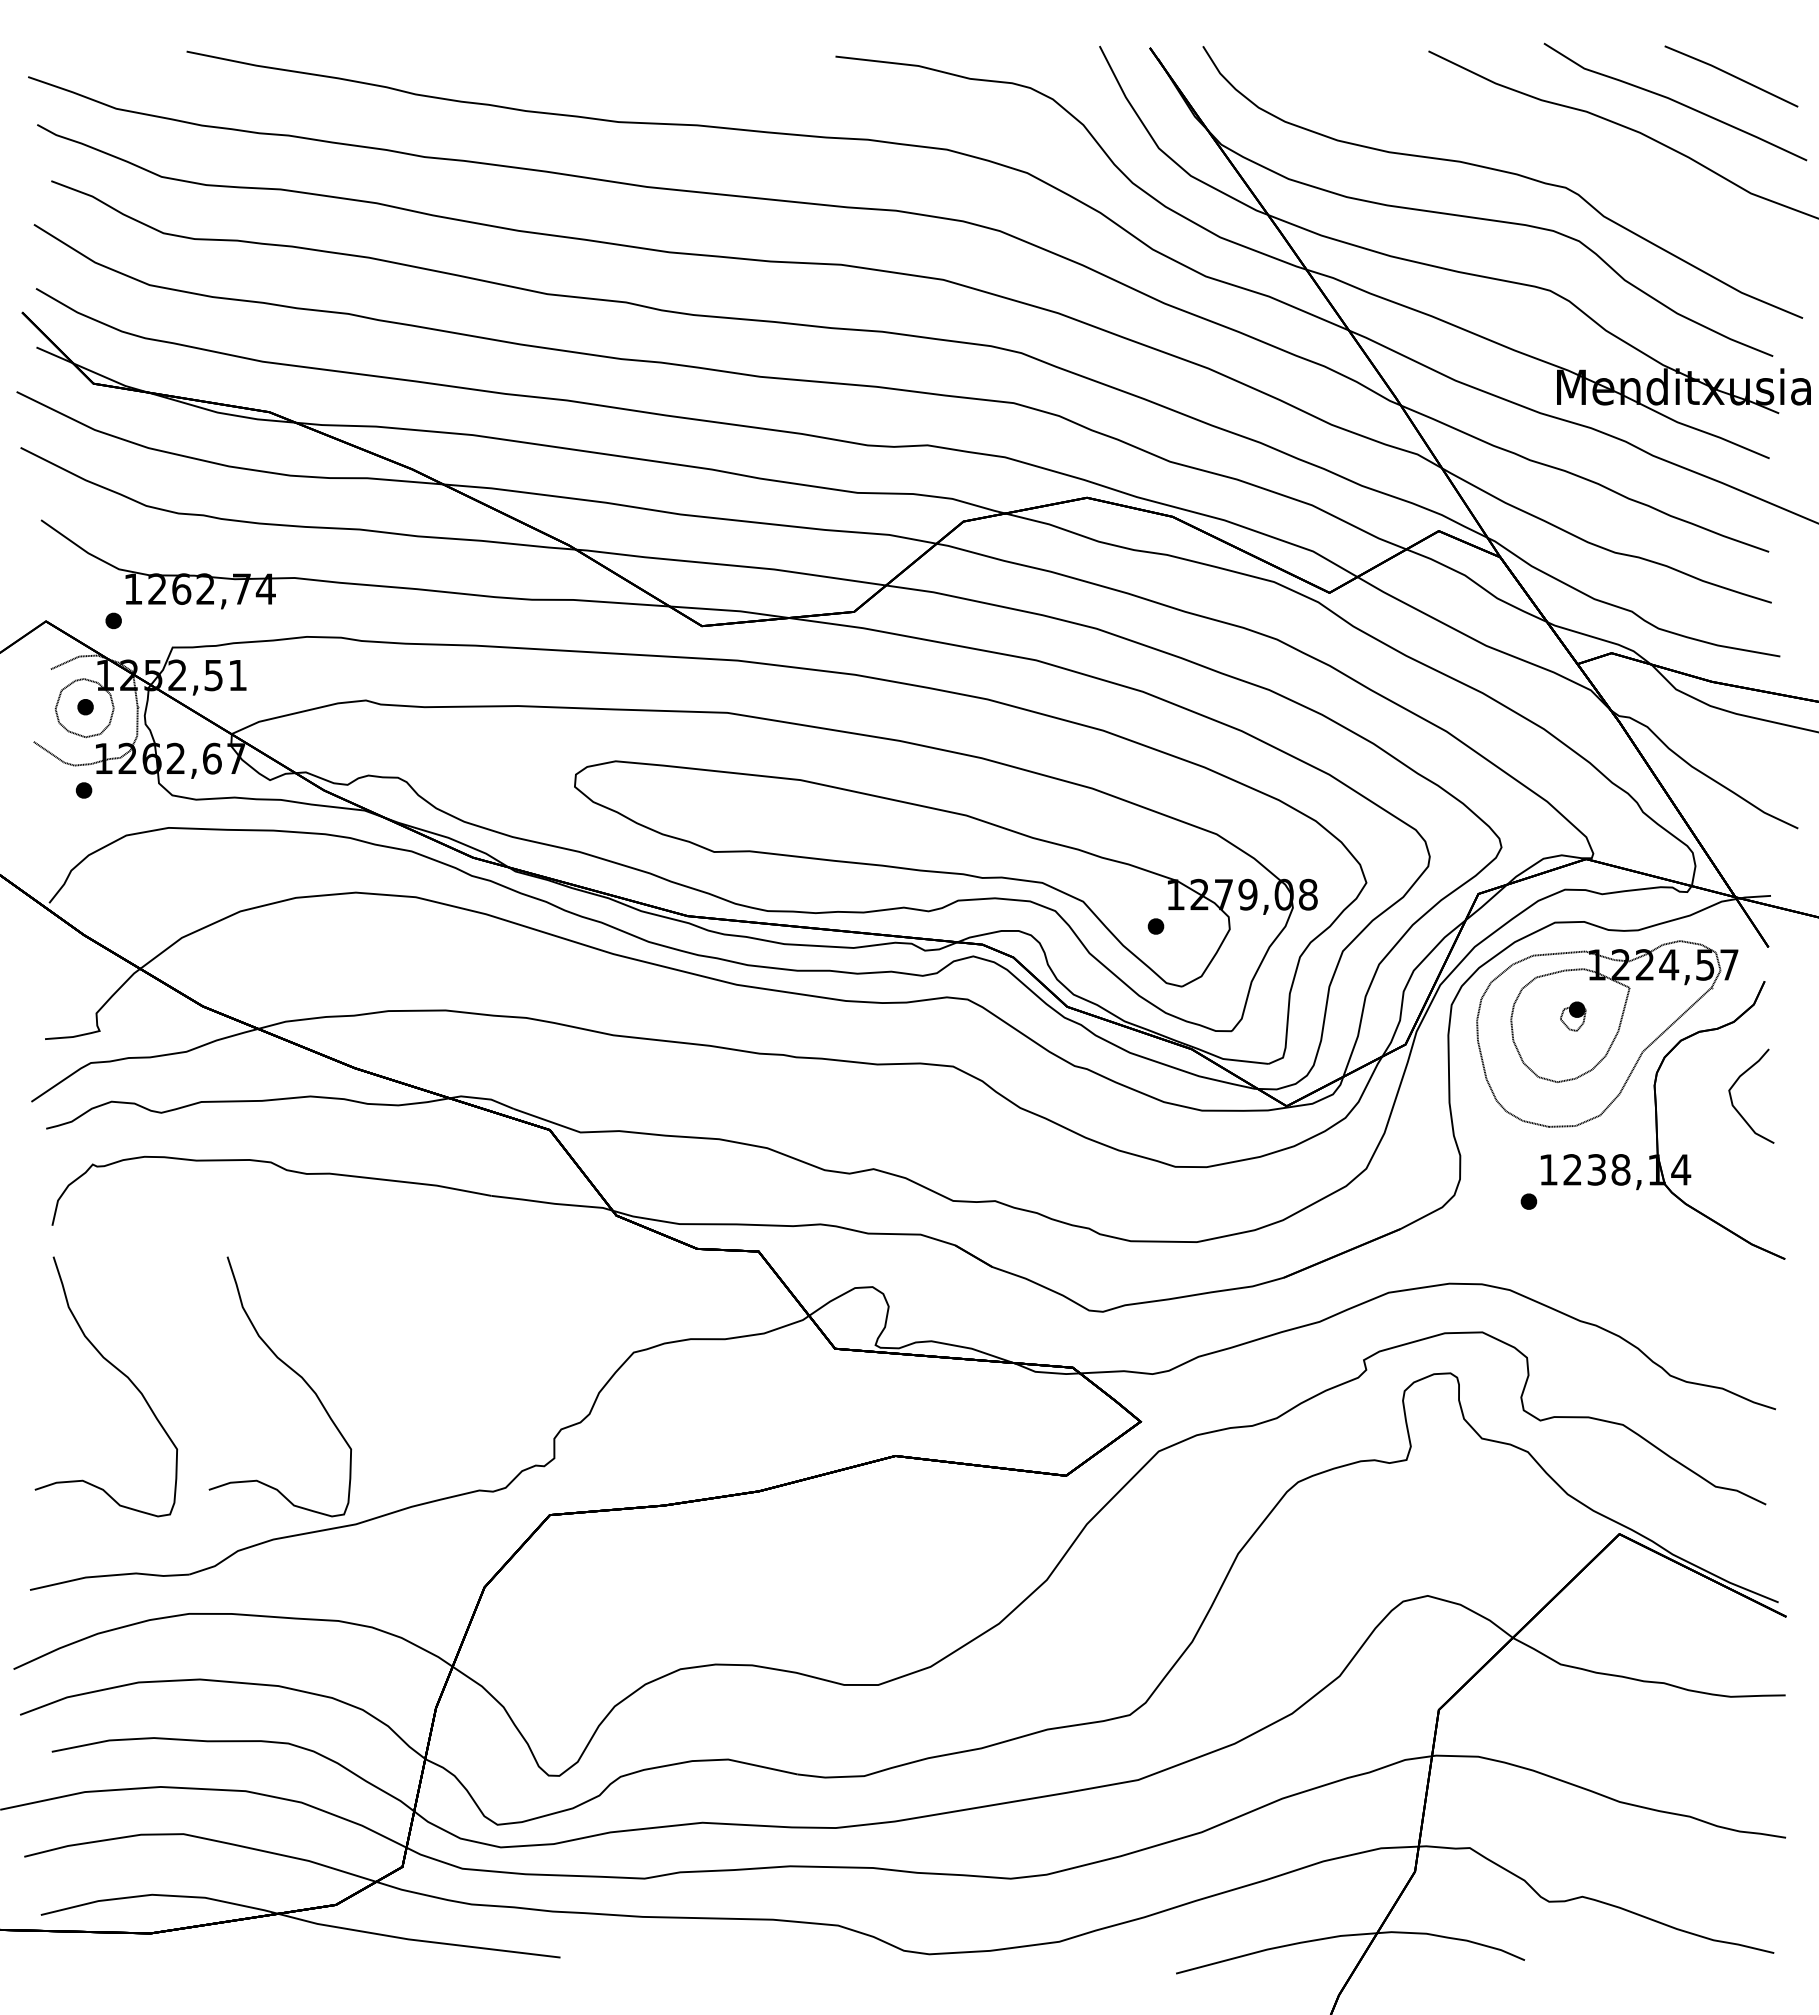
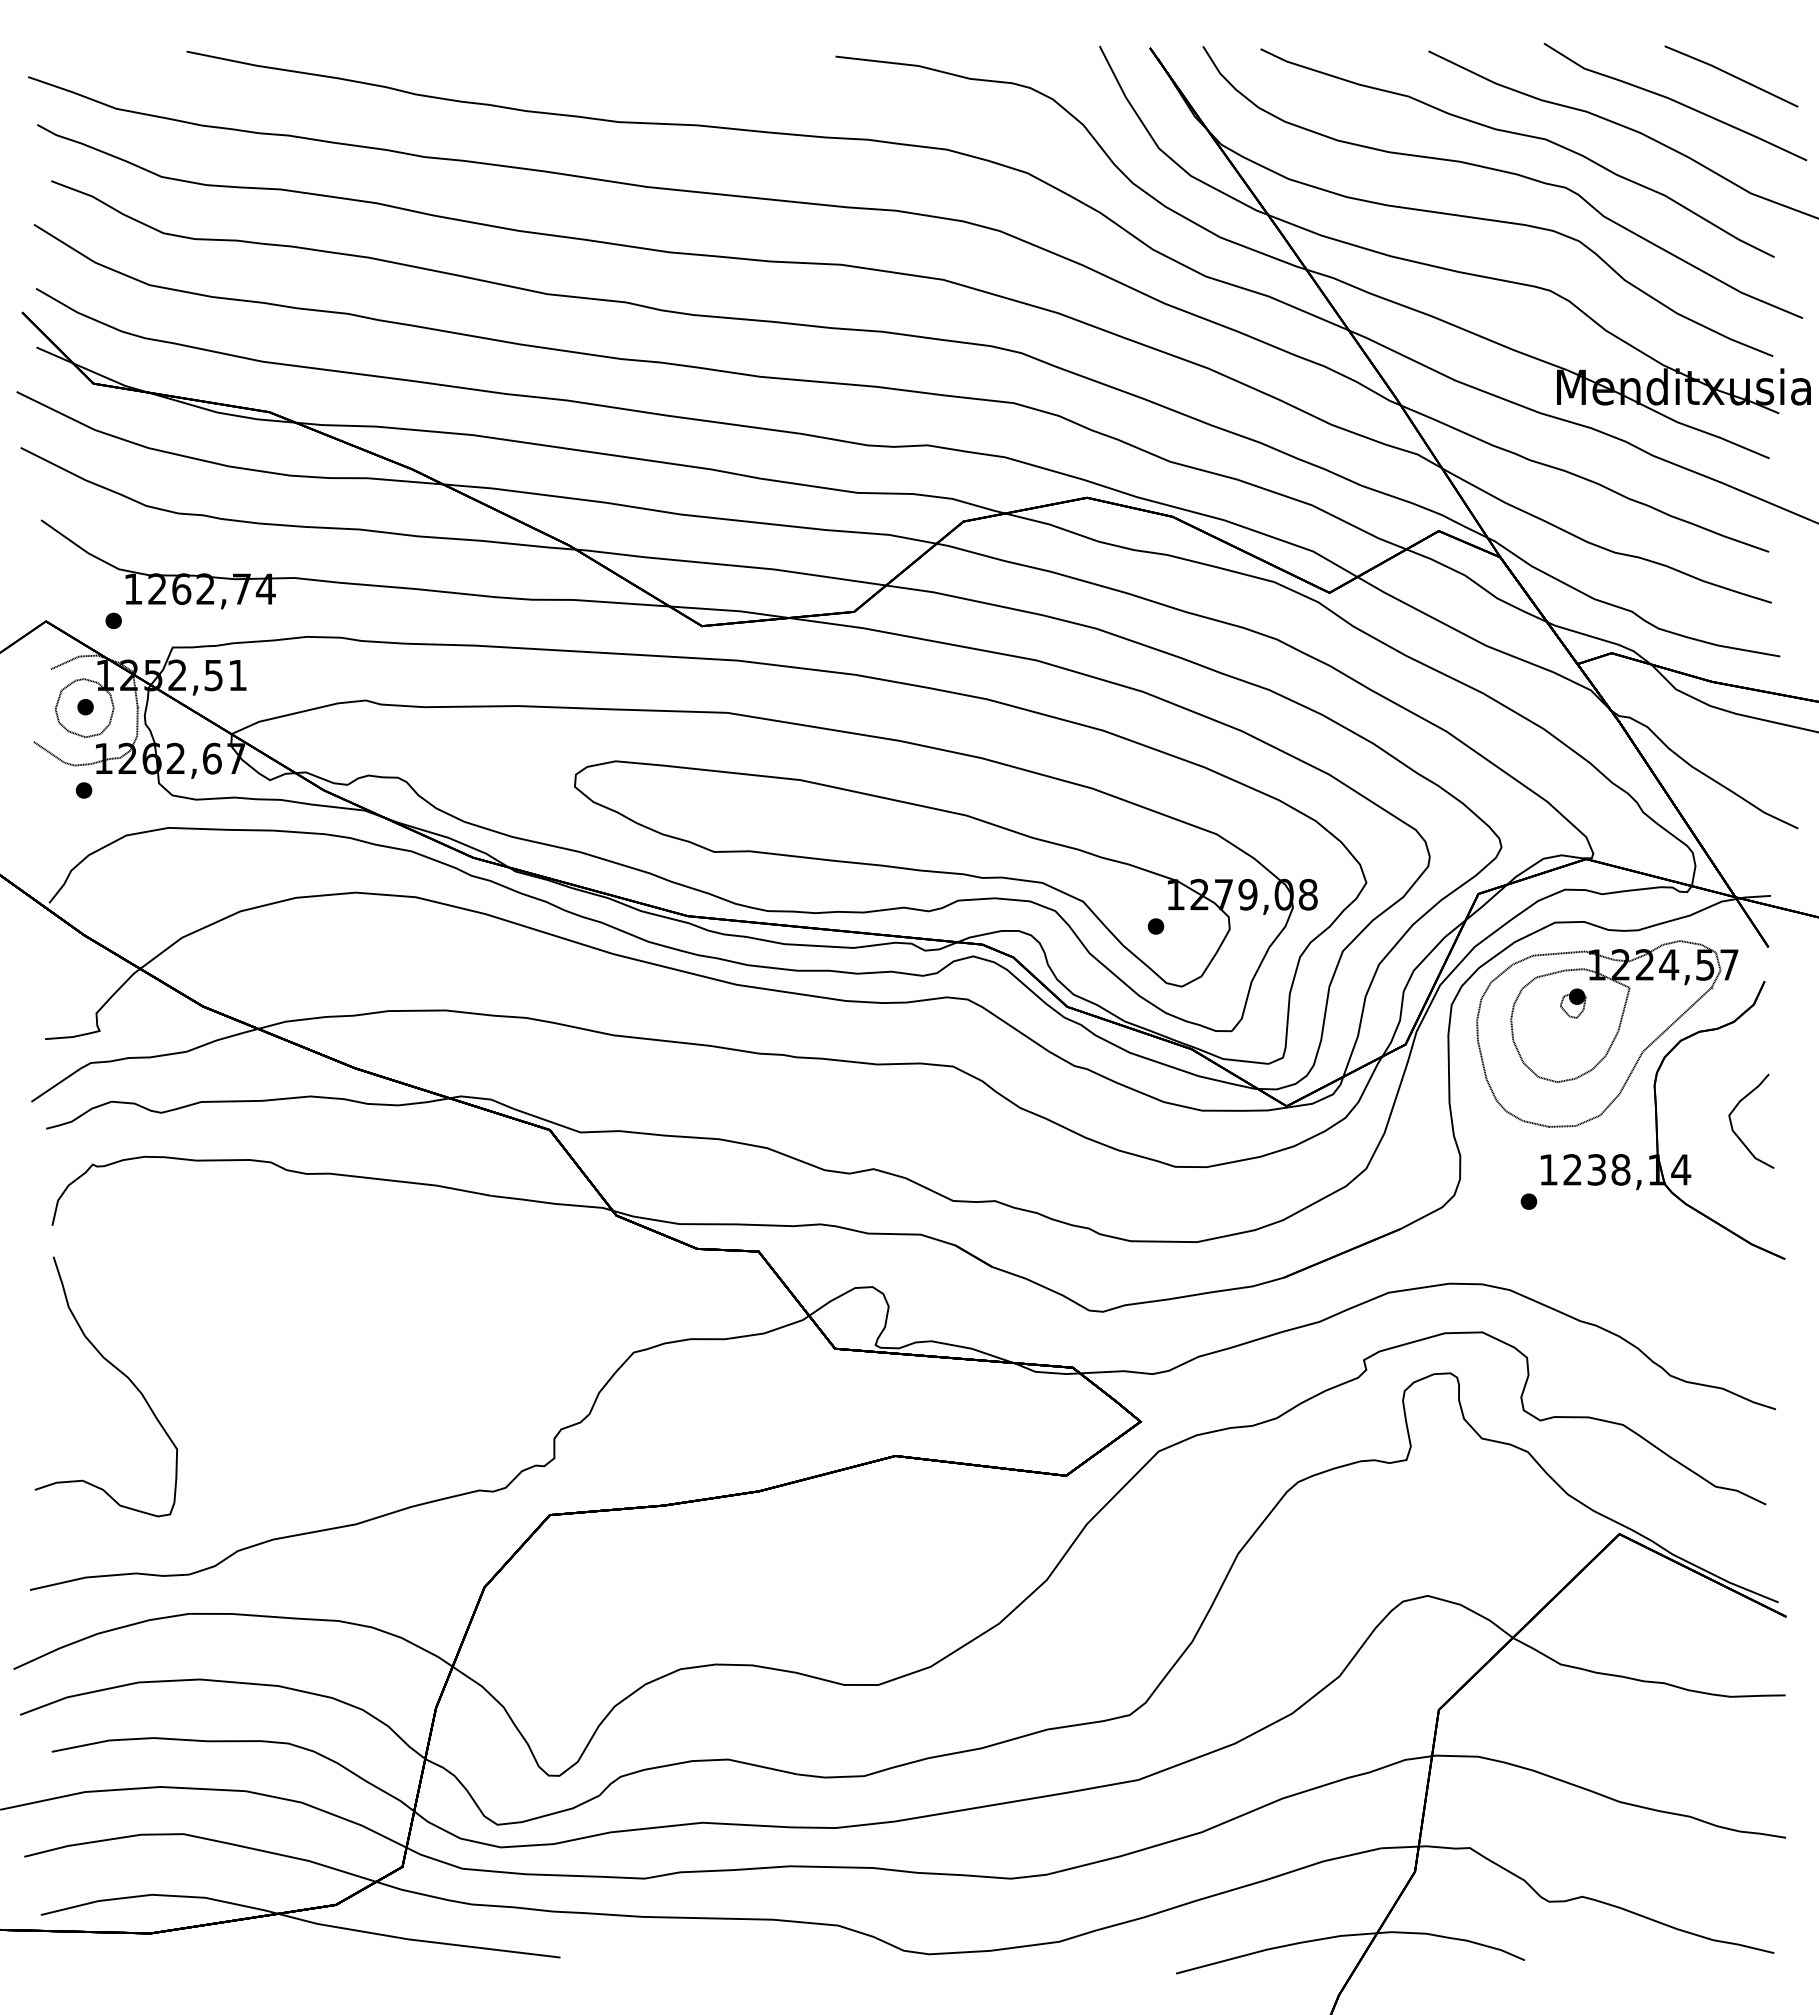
curve at (1520, 135): none -> present
part at (1573, 1016) position: (1573, 1016) -> (1573, 1003)
curve at (1732, 1099) position: (1732, 1099) -> (1732, 1124)
curve at (291, 1370): present -> none
